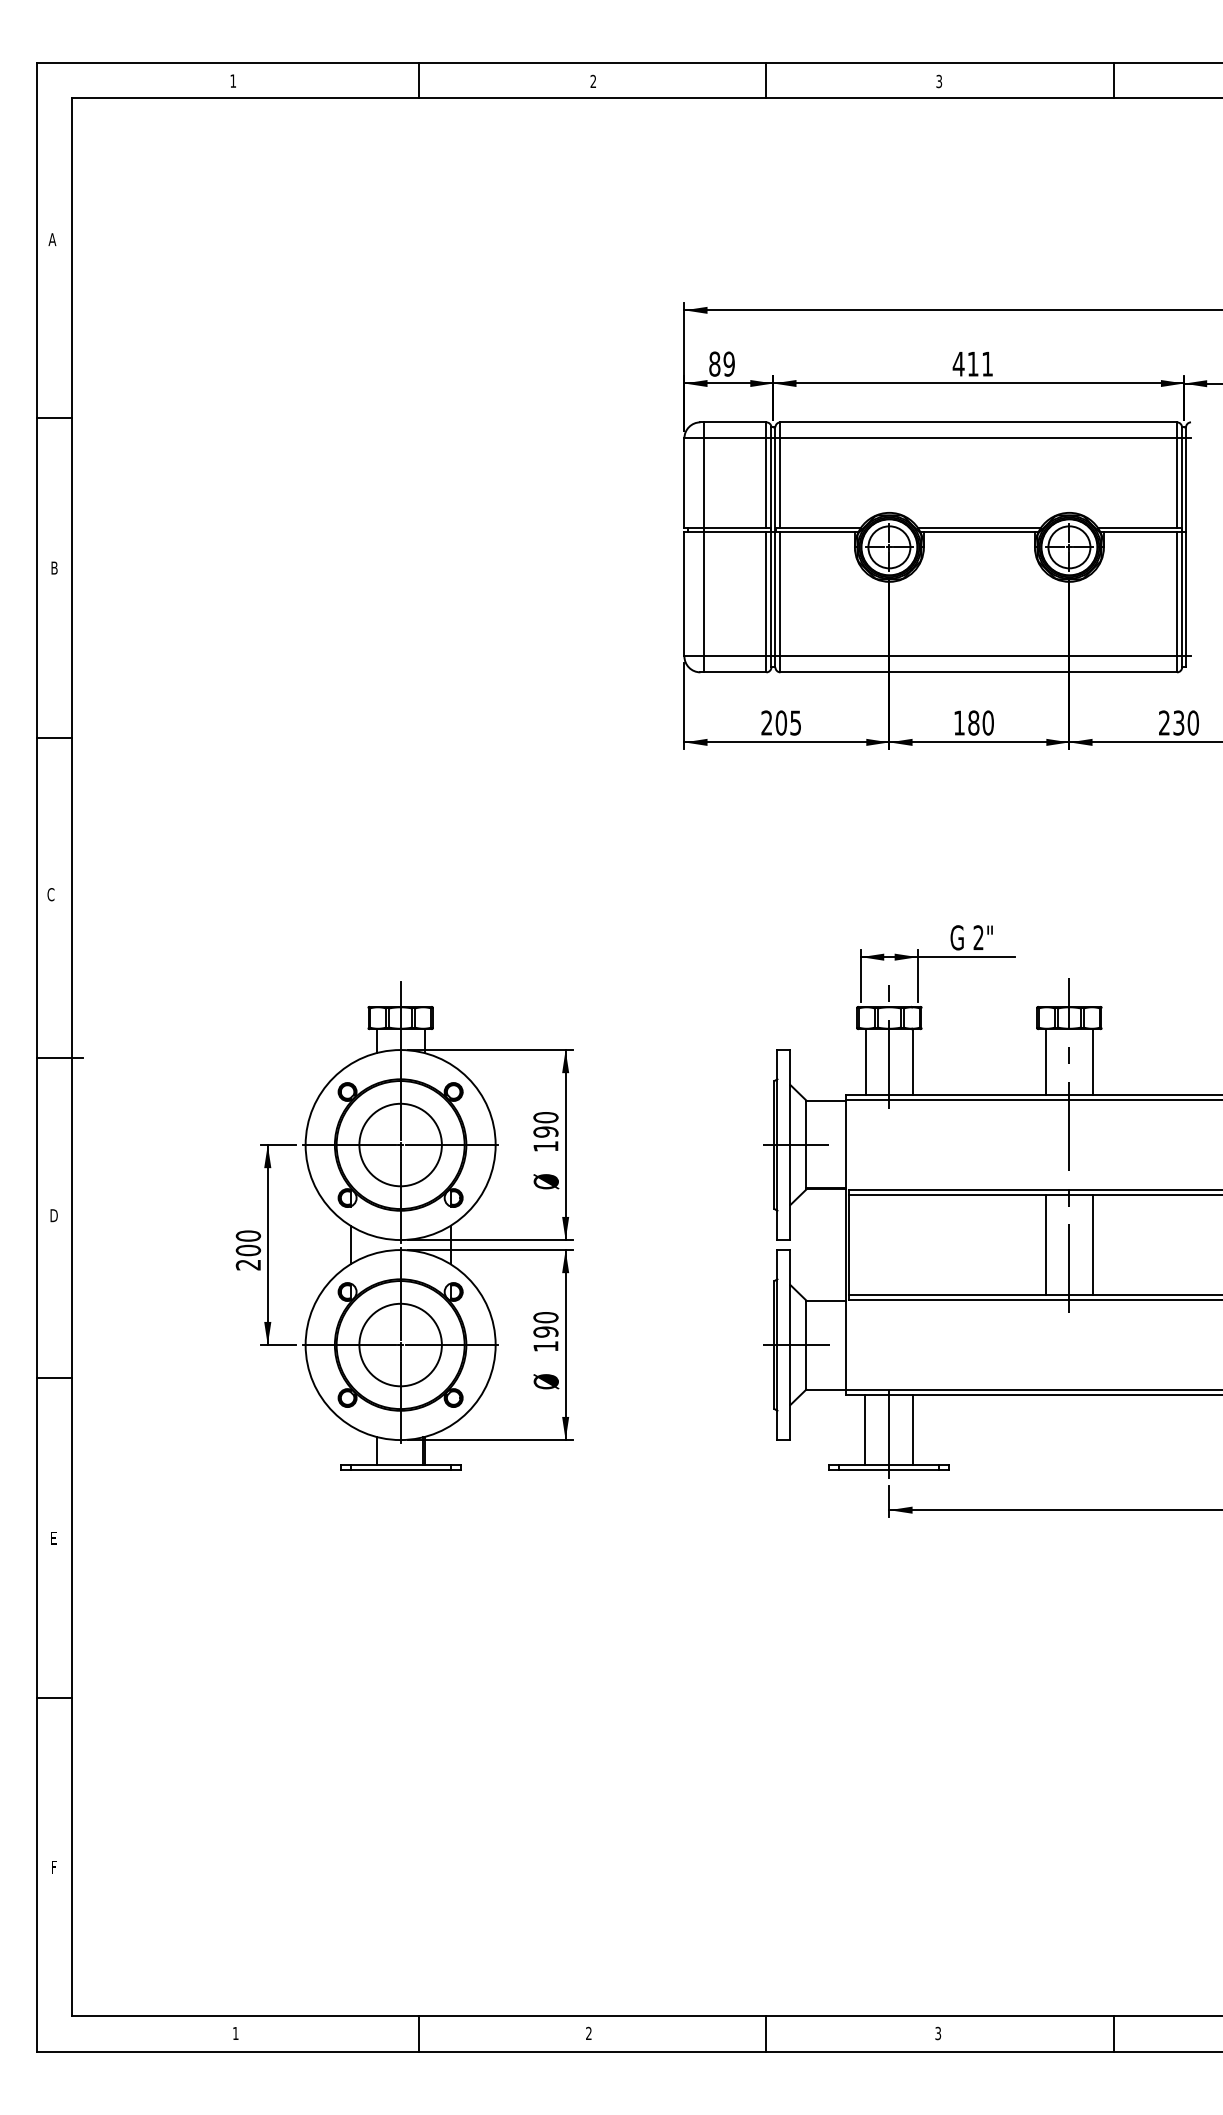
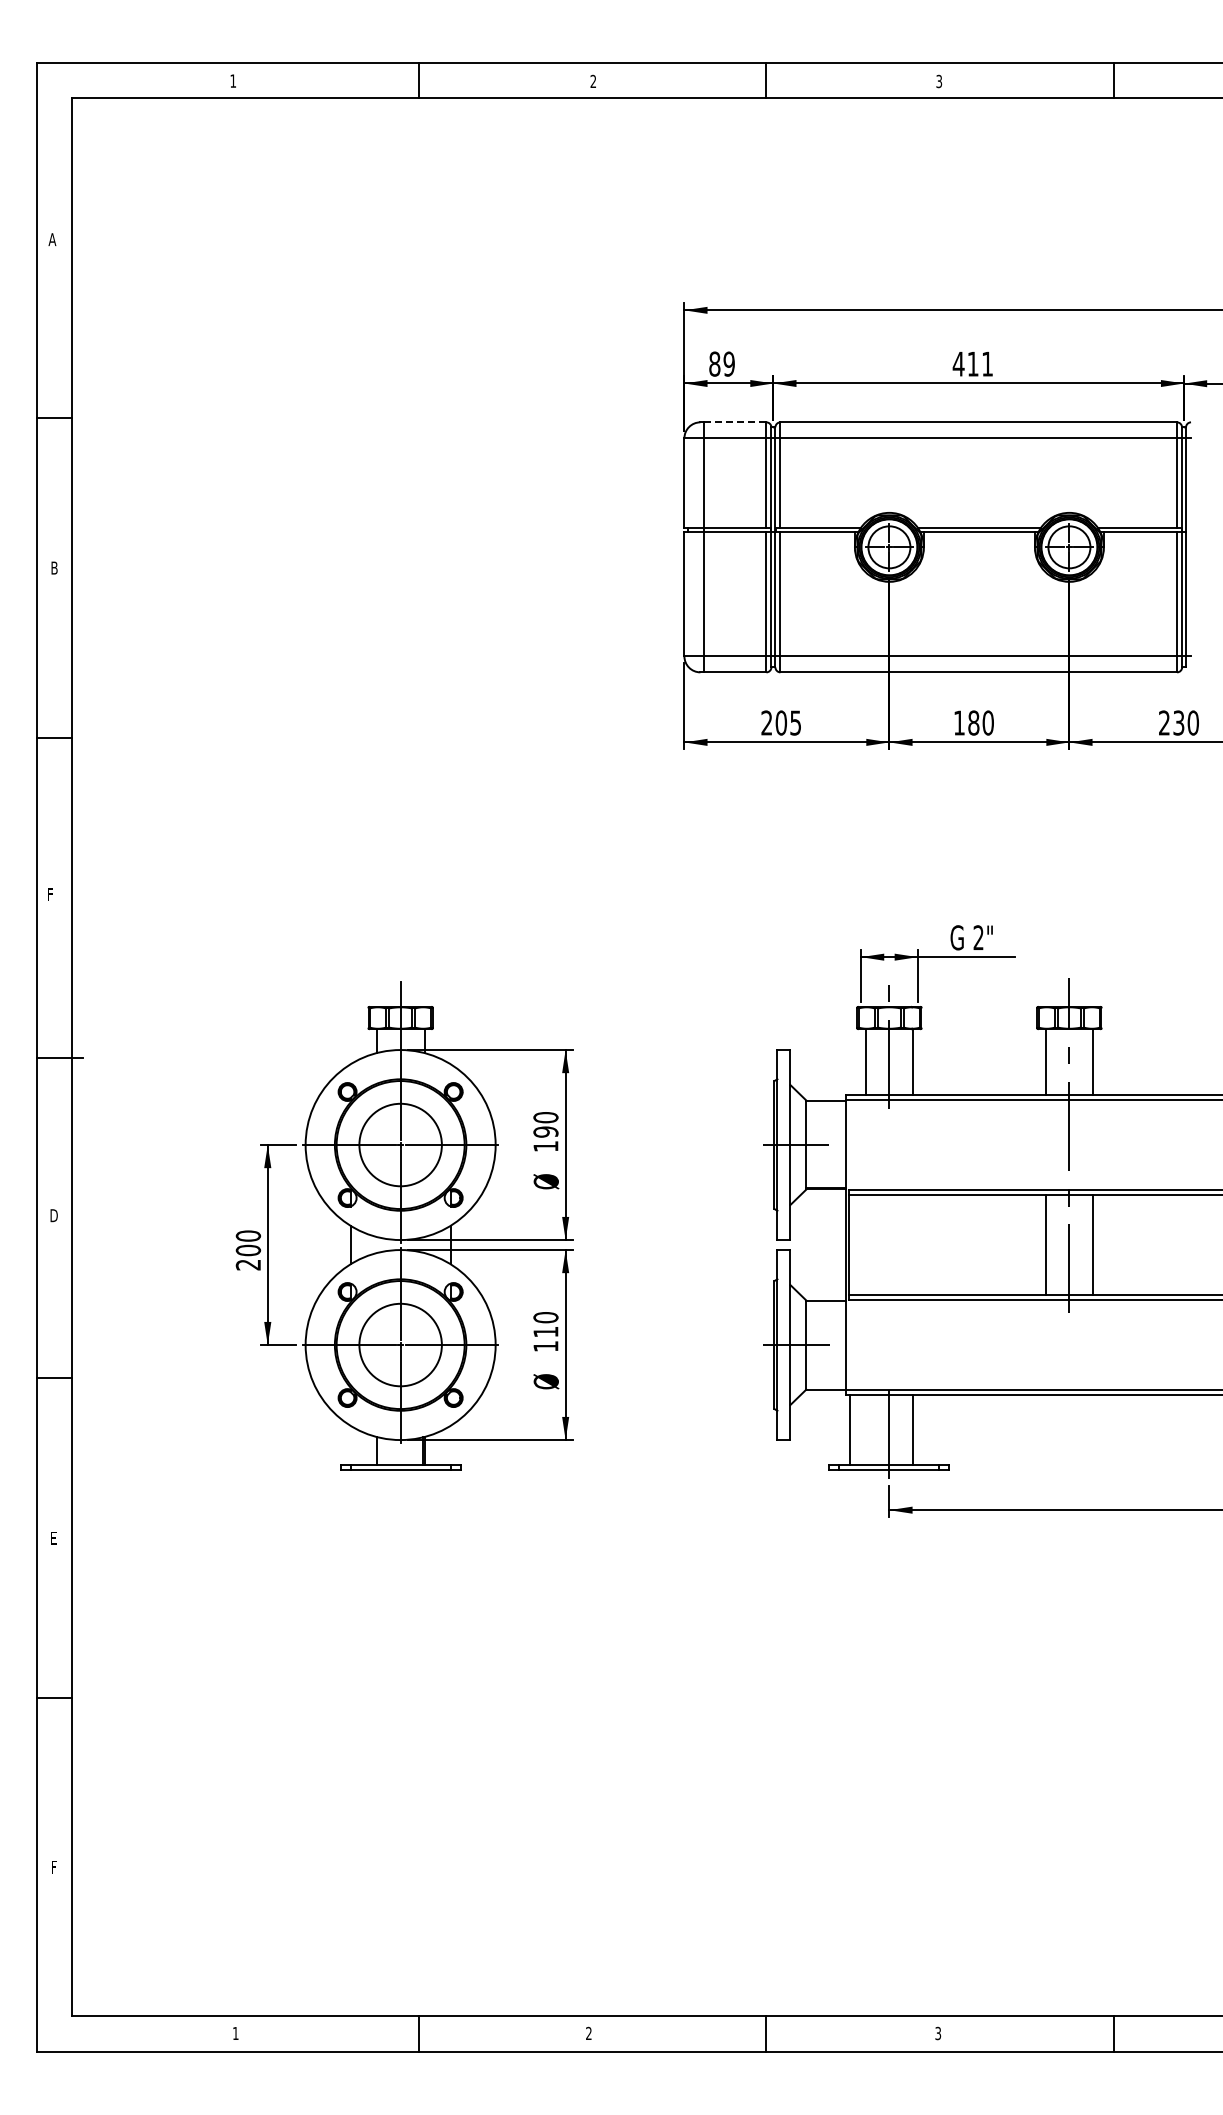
line at (734, 422): solid -> dashed
text at (50, 894): C -> F
text at (545, 1331): 190 -> 110
line at (865, 1430) position: (865, 1430) -> (850, 1430)
